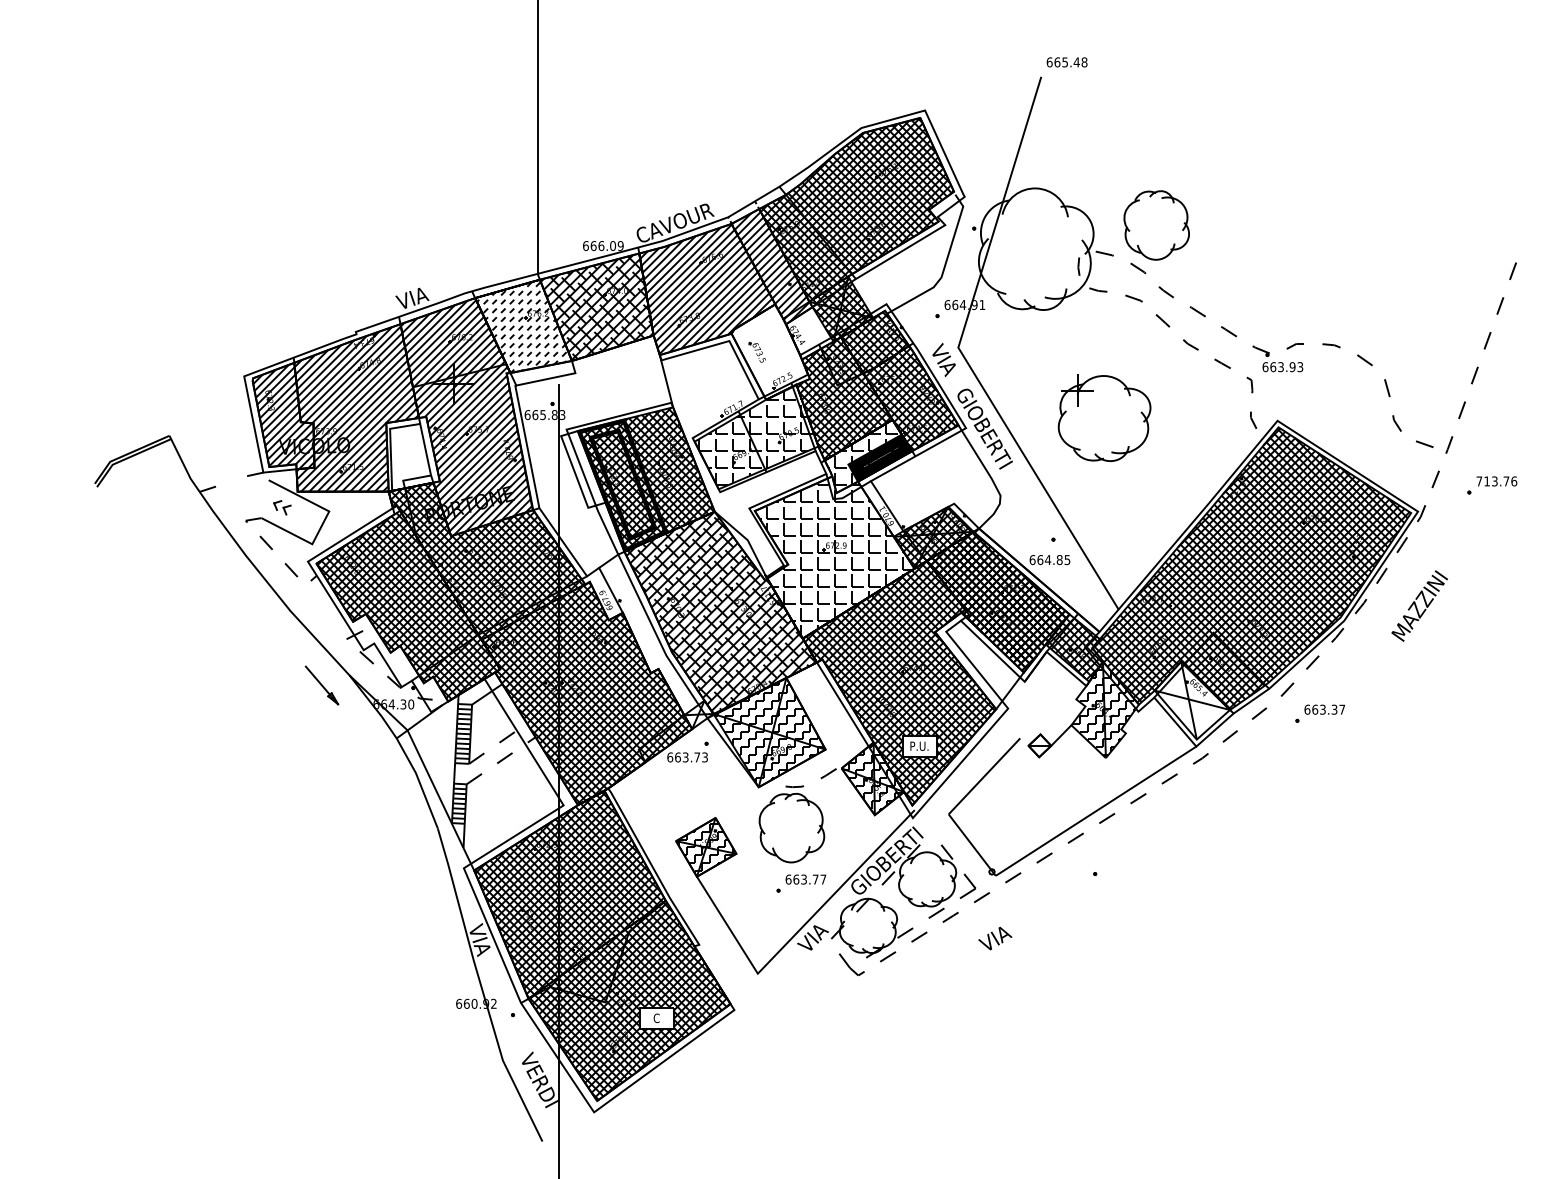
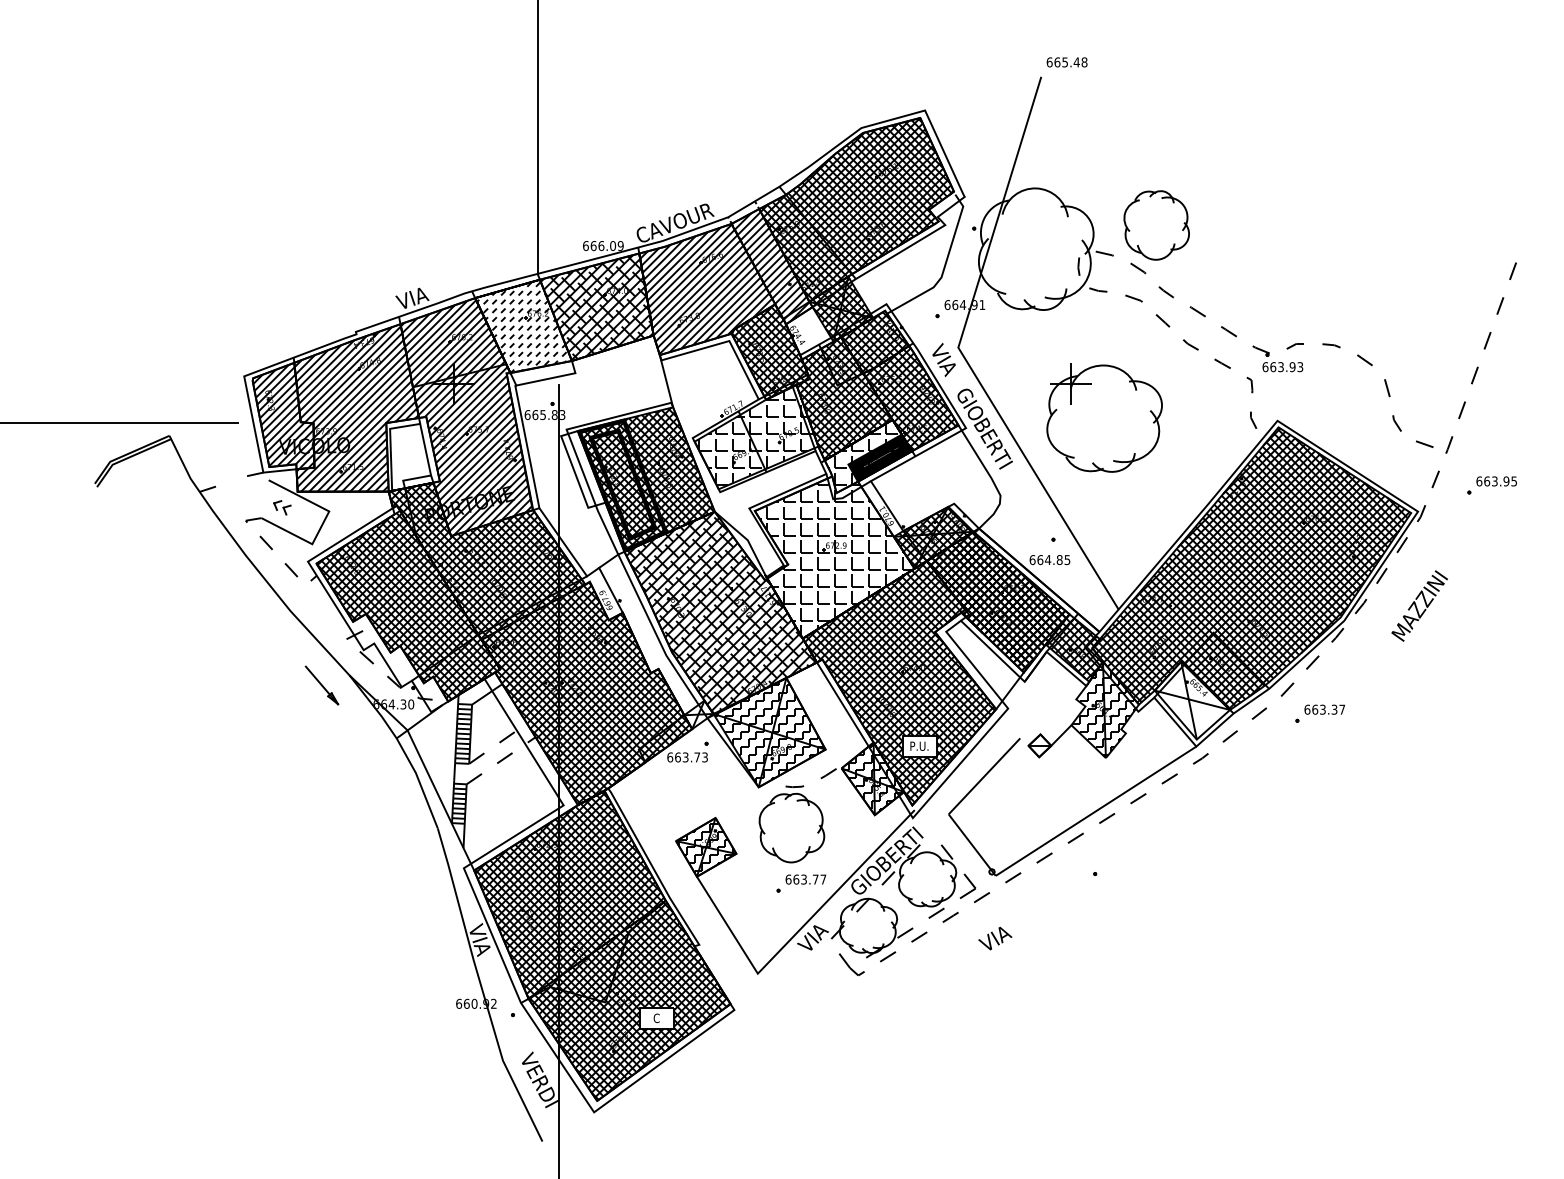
hatch at (770, 351): none -> present
part at (1104, 417) size: 95x88 px -> 117x110 px
line at (120, 422): none -> present
text at (1496, 481): 713.76 -> 663.95
